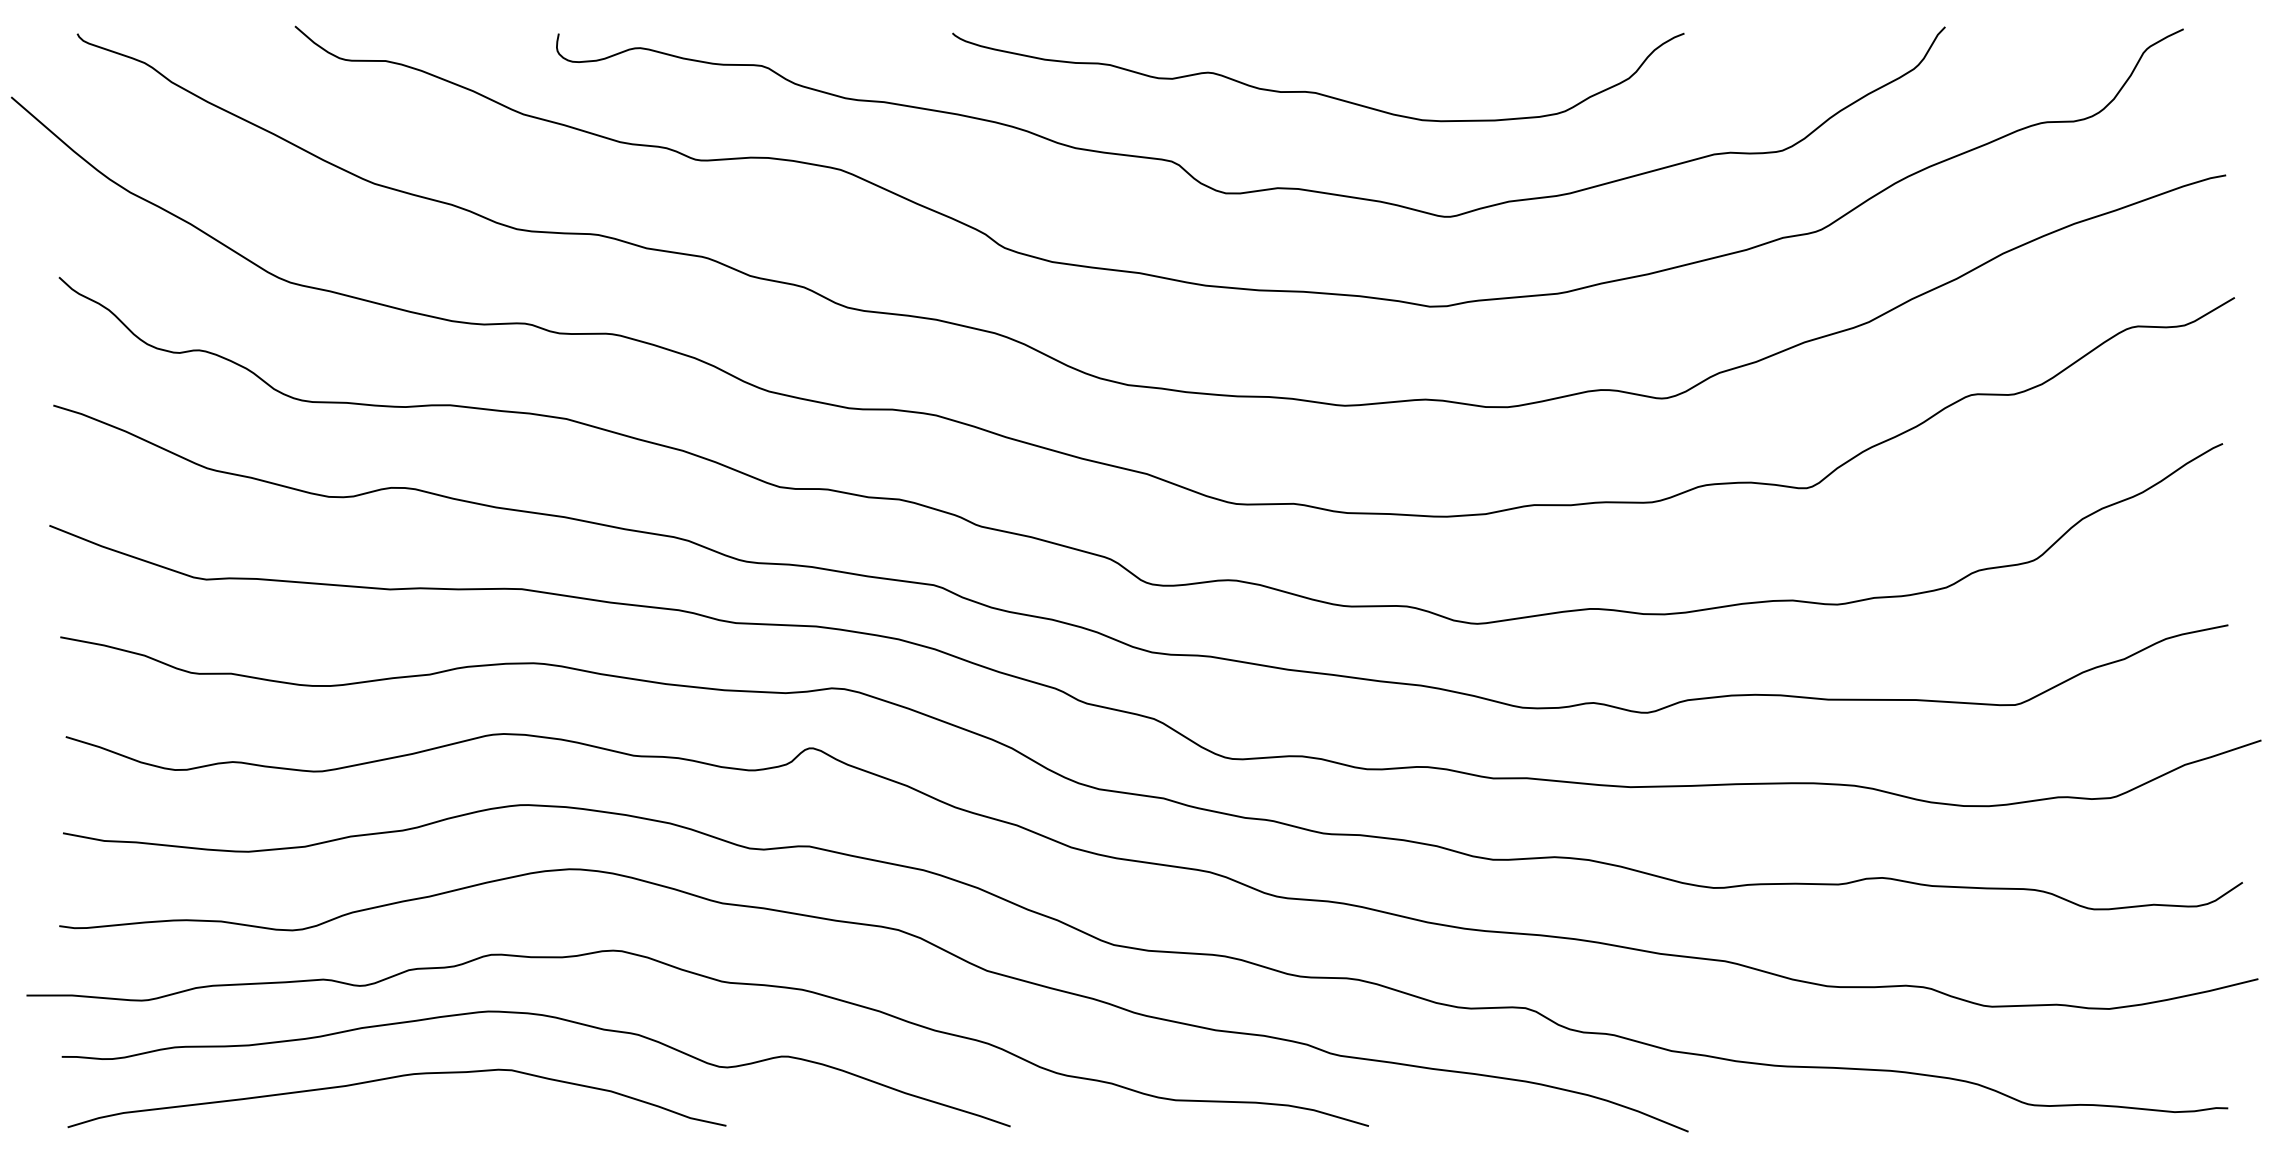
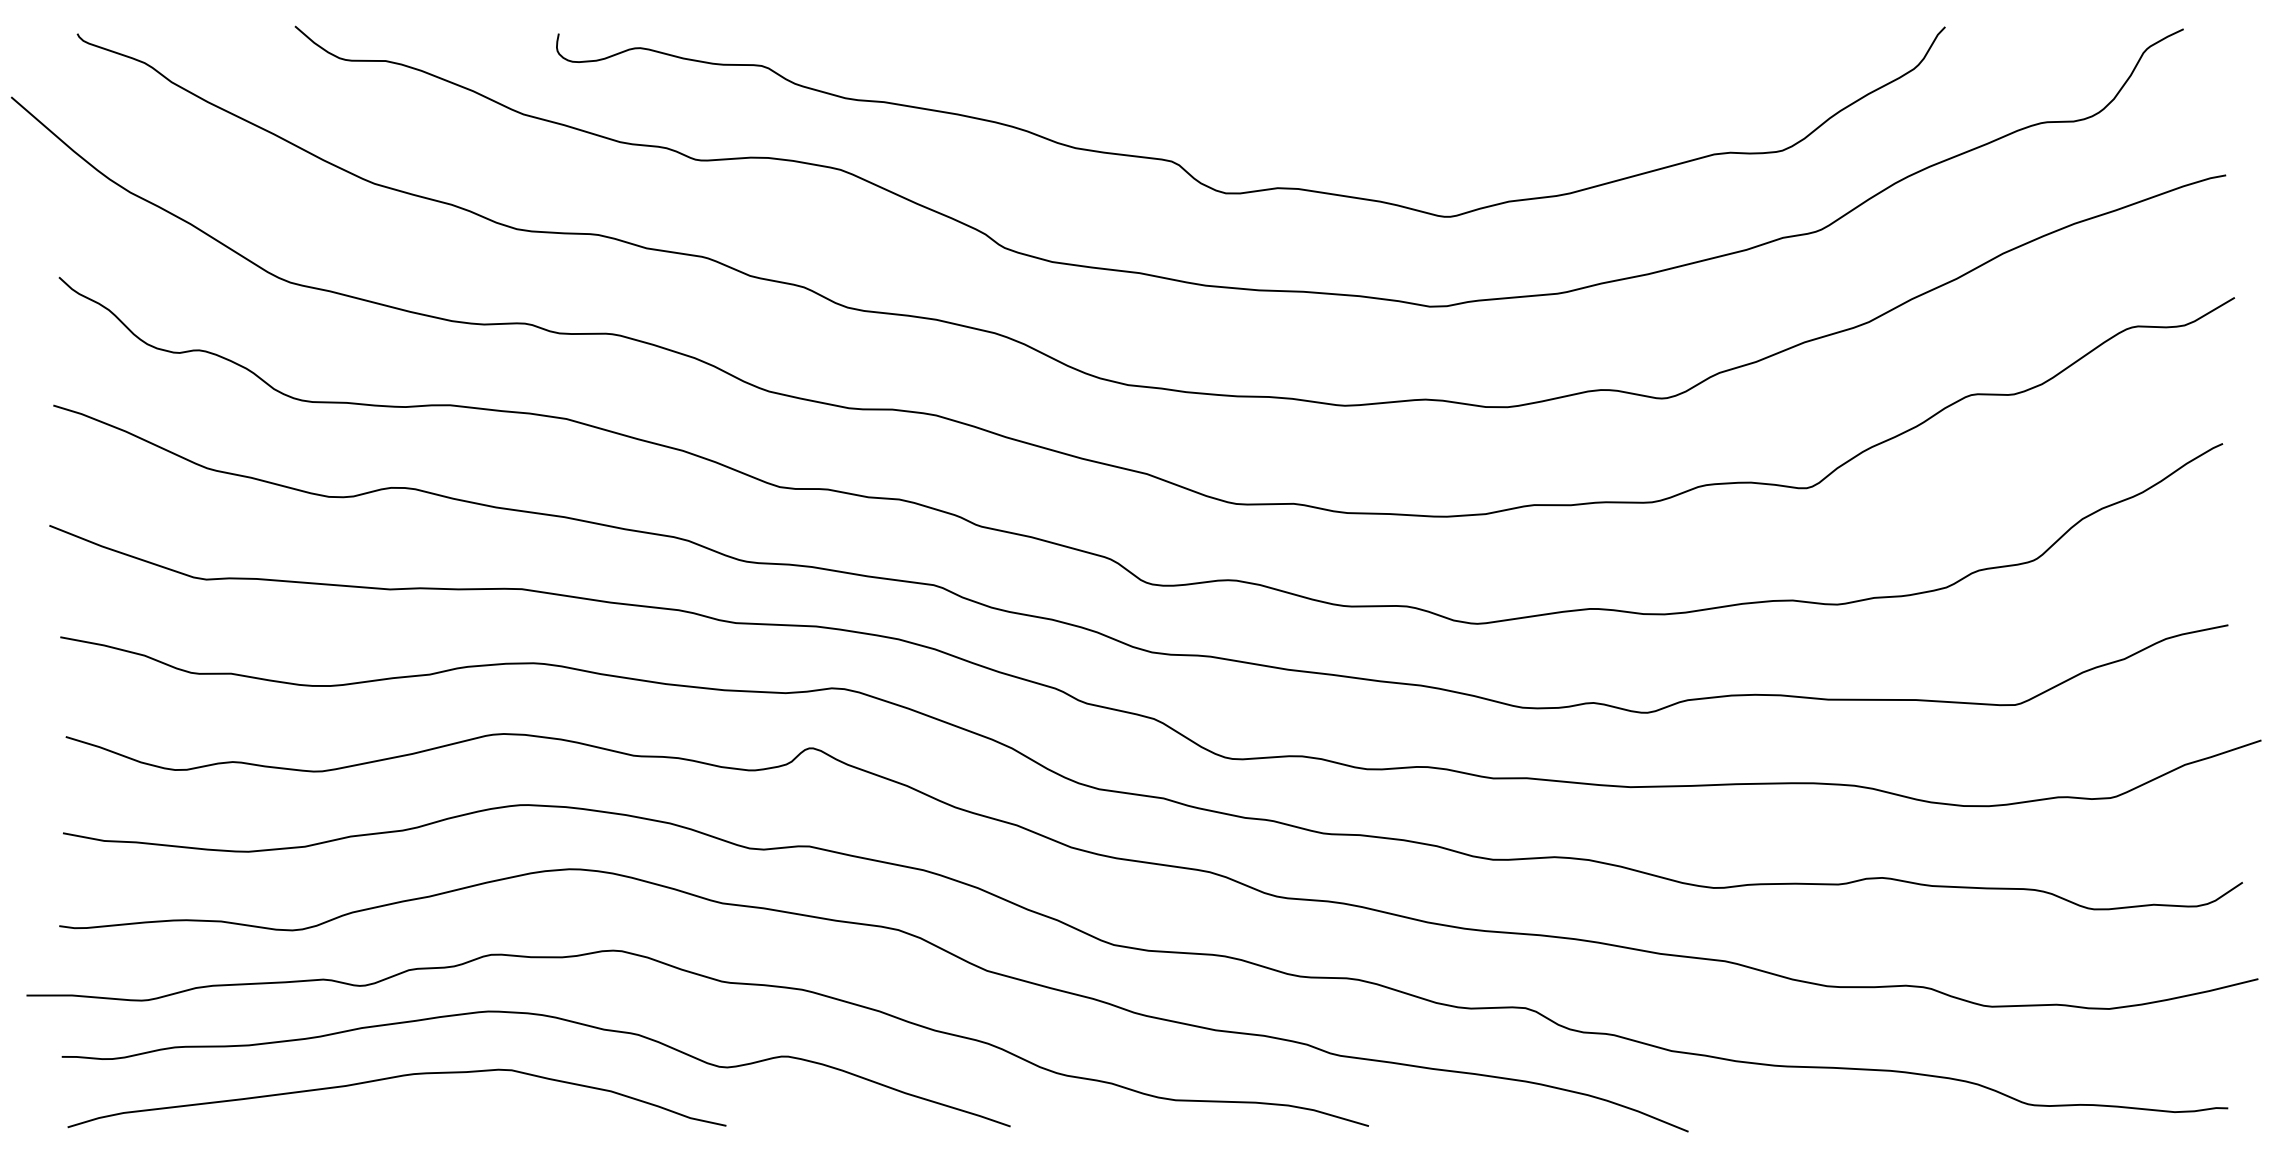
curve at (1313, 91): present -> none
